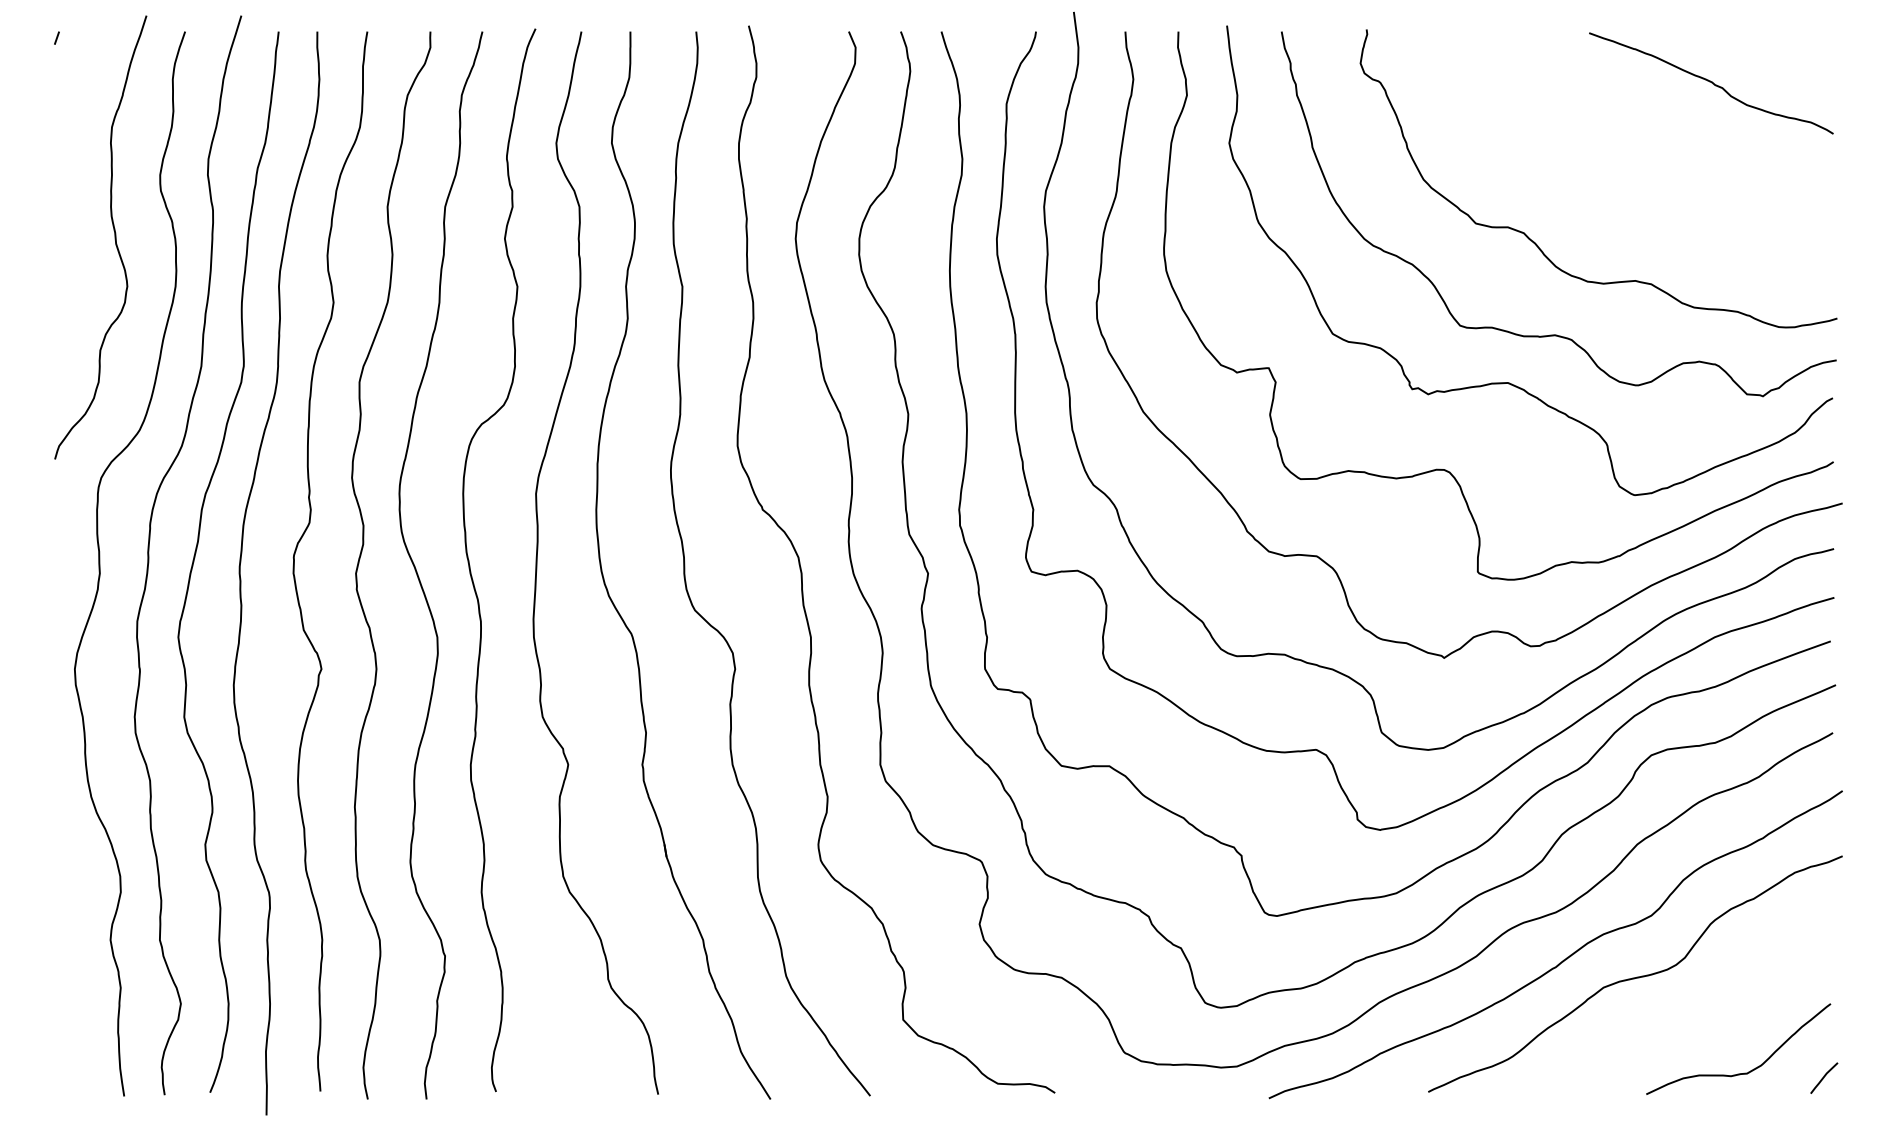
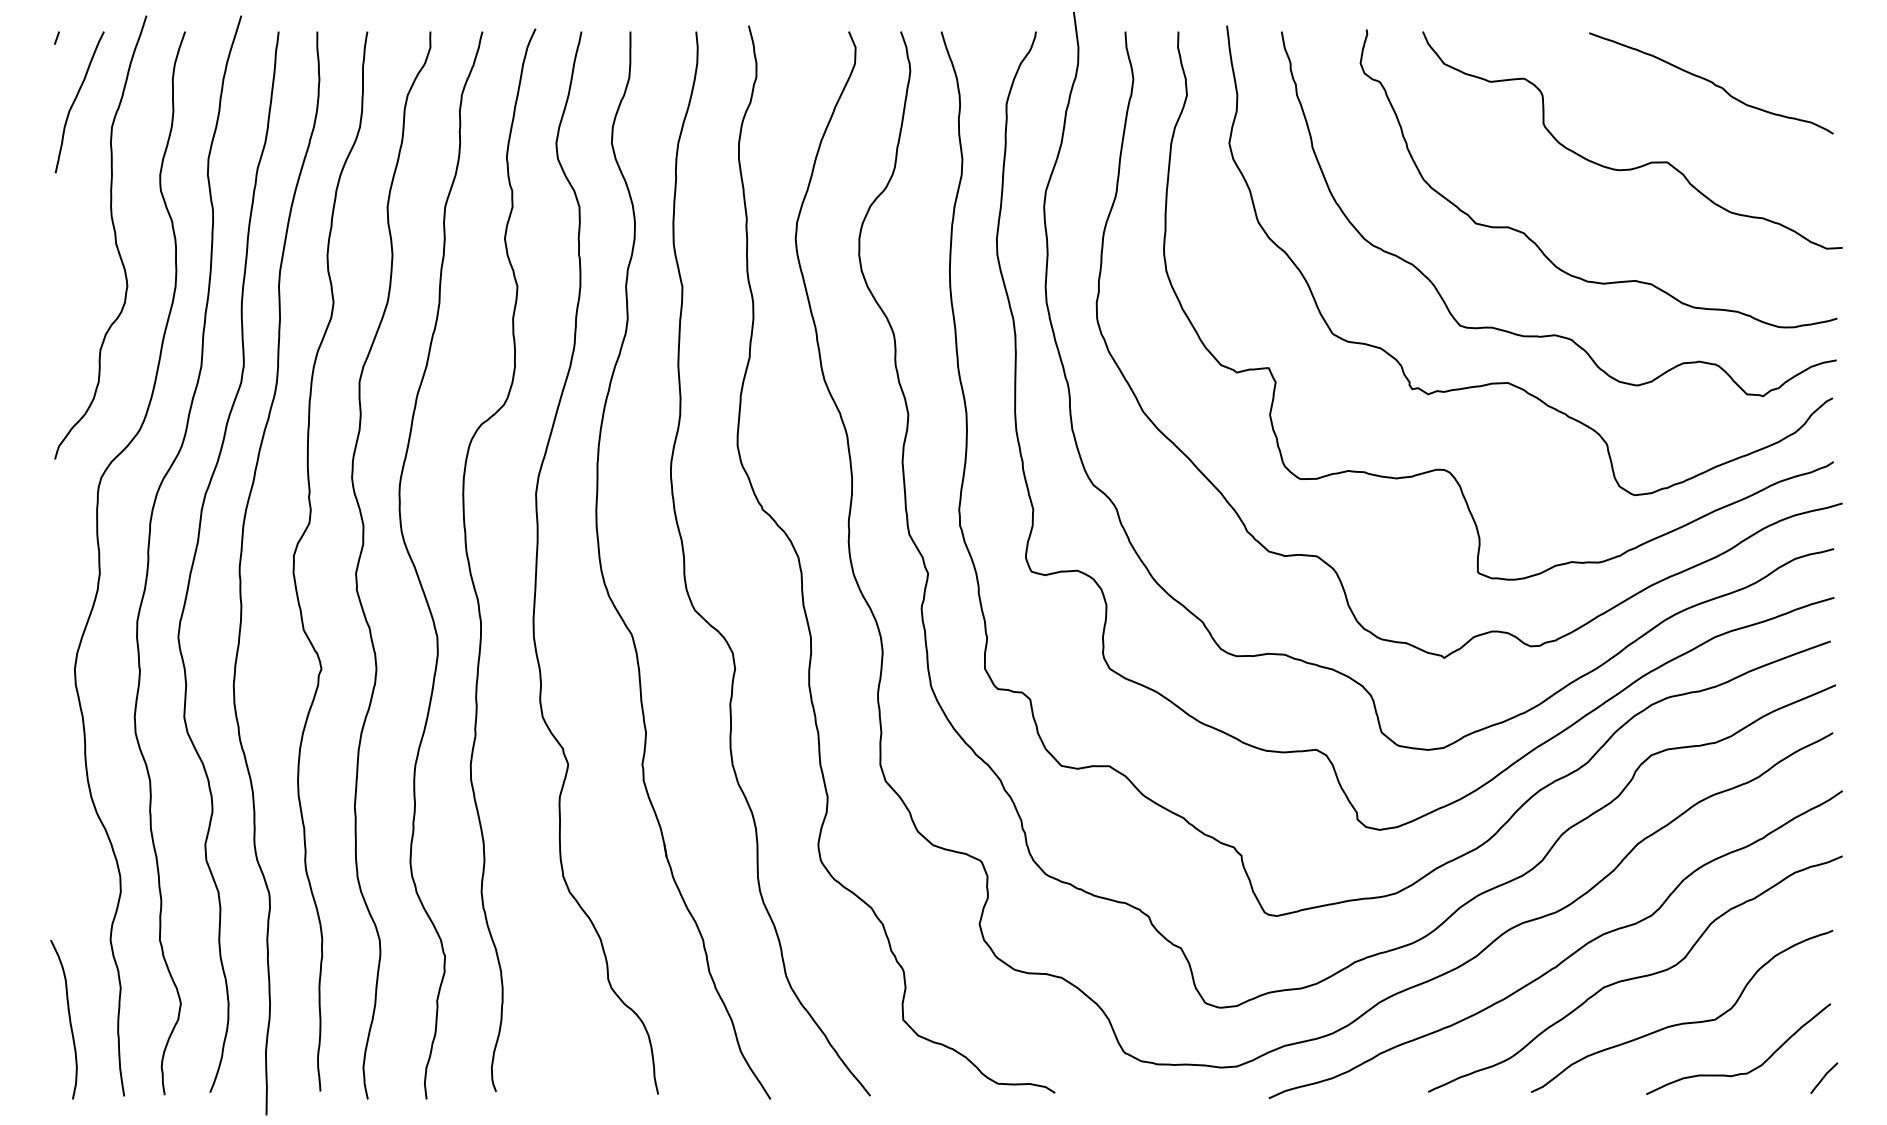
curve at (75, 101): none -> present
curve at (1640, 165): none -> present
curve at (68, 1017): none -> present
curve at (1682, 1022): none -> present
